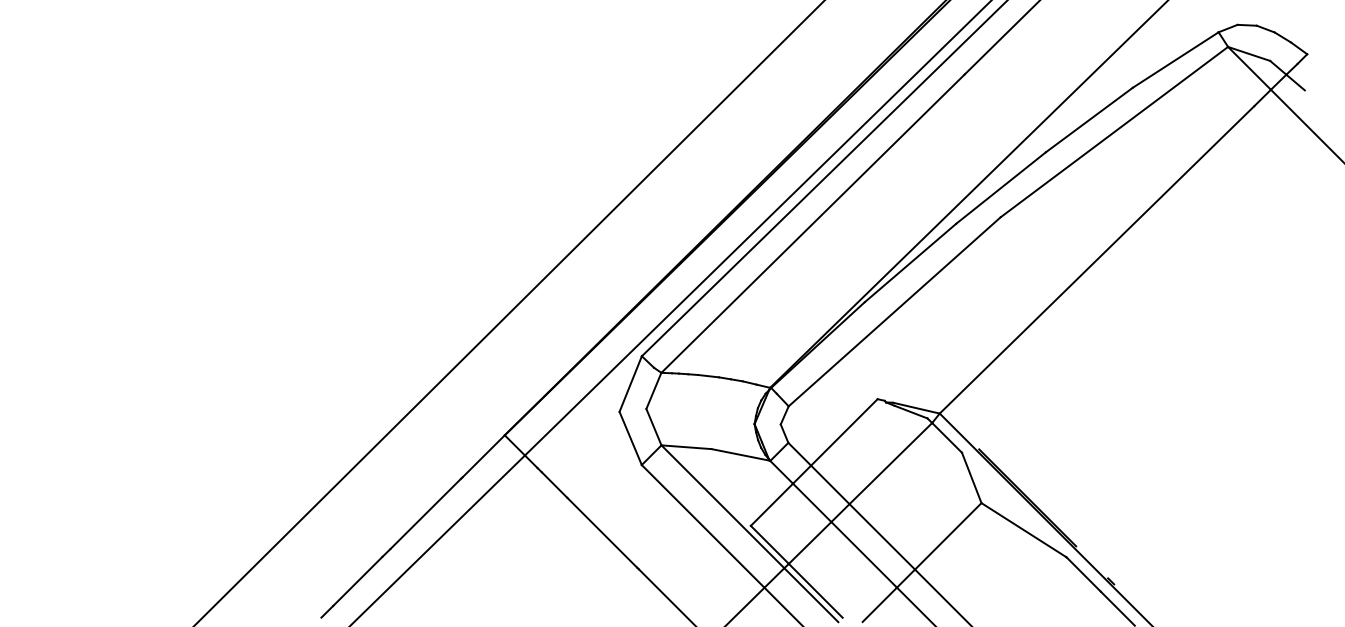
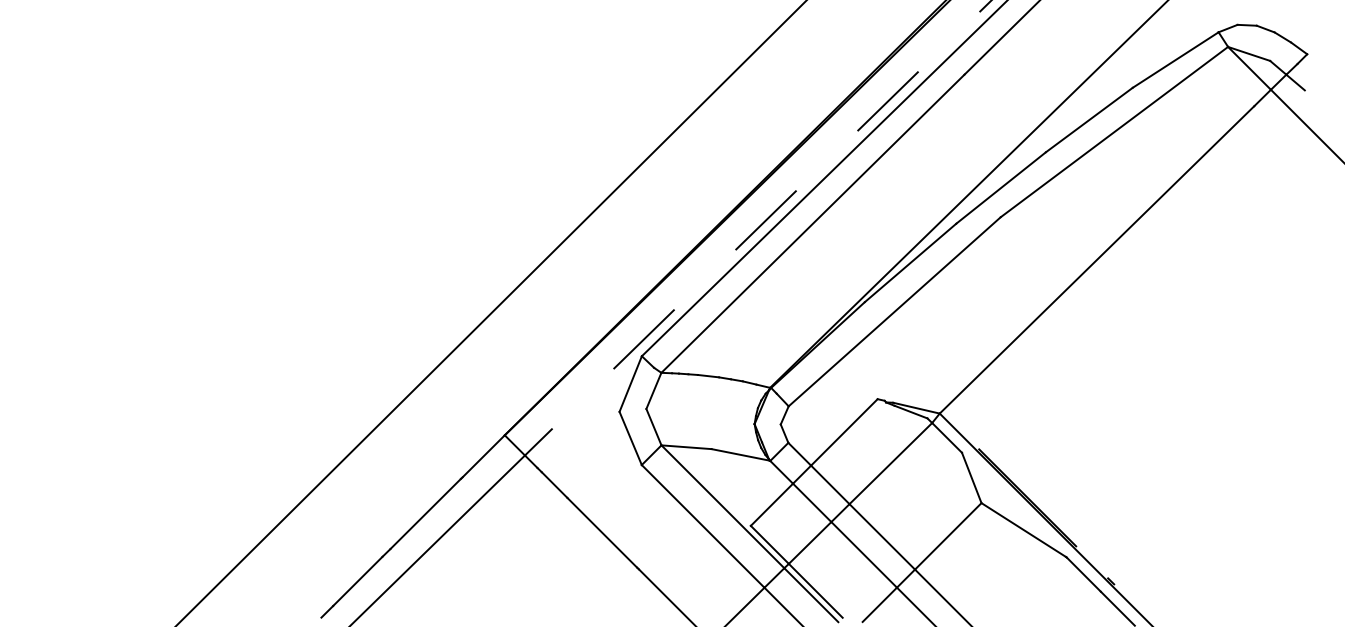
line at (758, 227): solid -> dashed
line at (509, 312) position: (509, 312) -> (491, 312)
